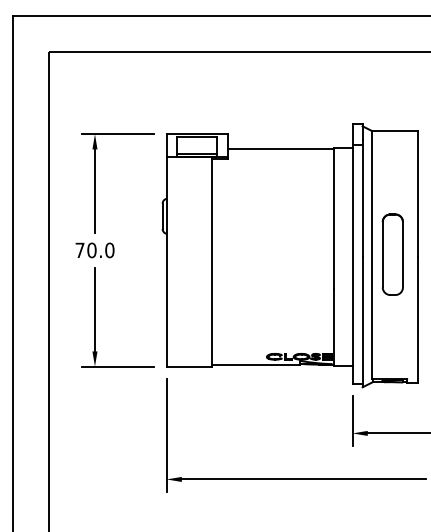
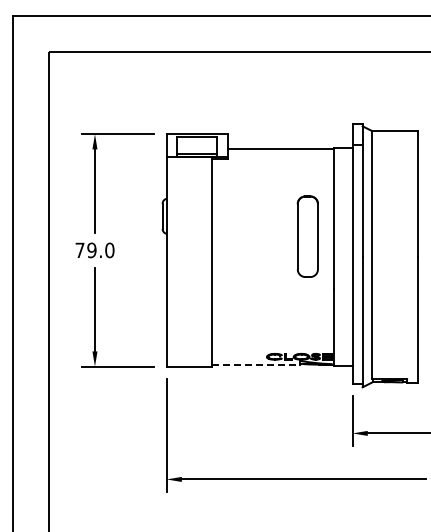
text at (91, 250): 70.0 -> 79.0
part at (392, 254) position: (392, 254) -> (307, 236)
line at (255, 364): solid -> dashed
